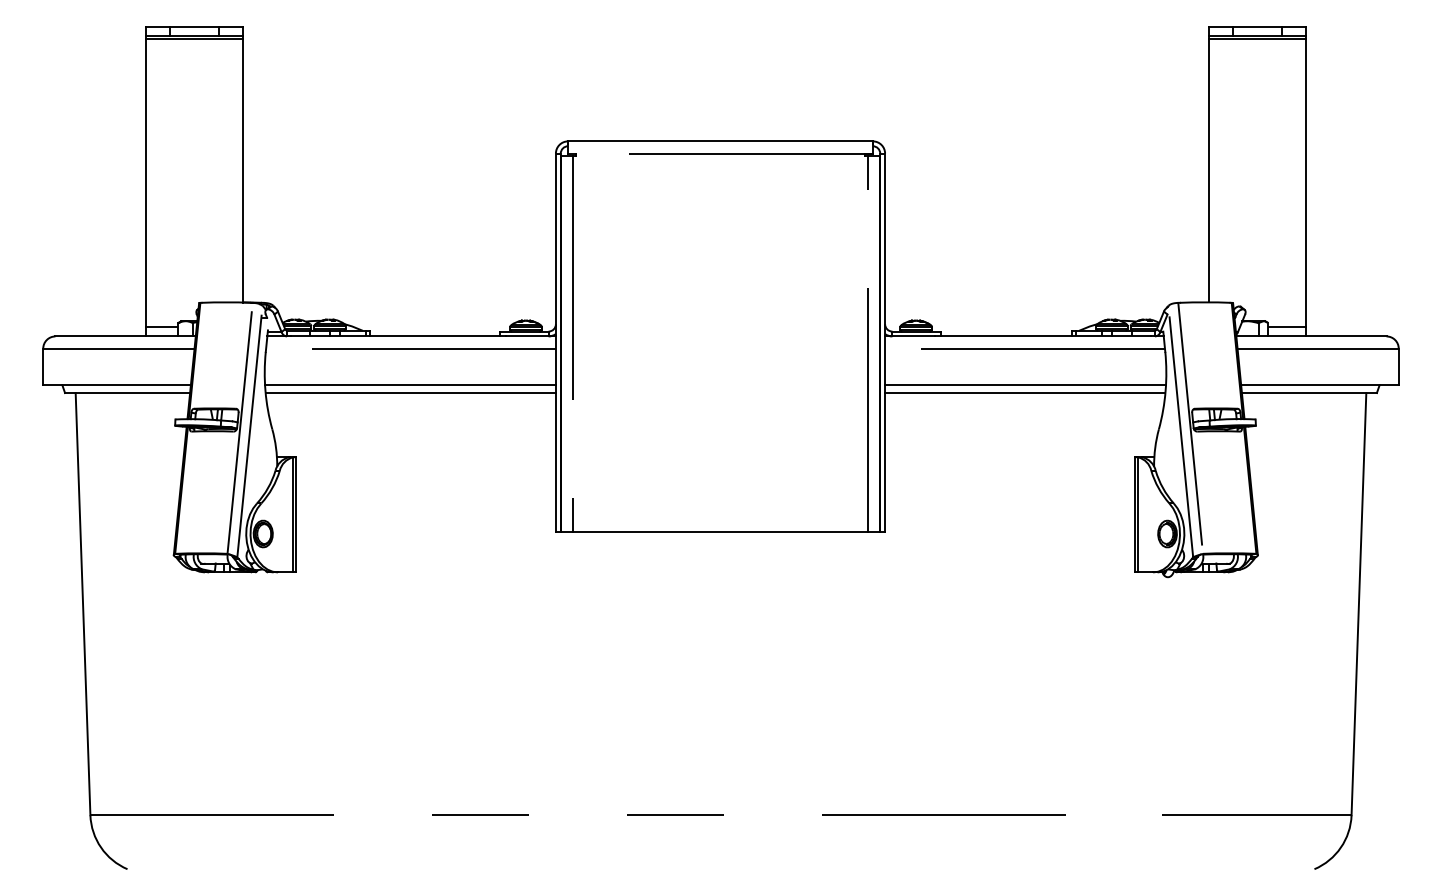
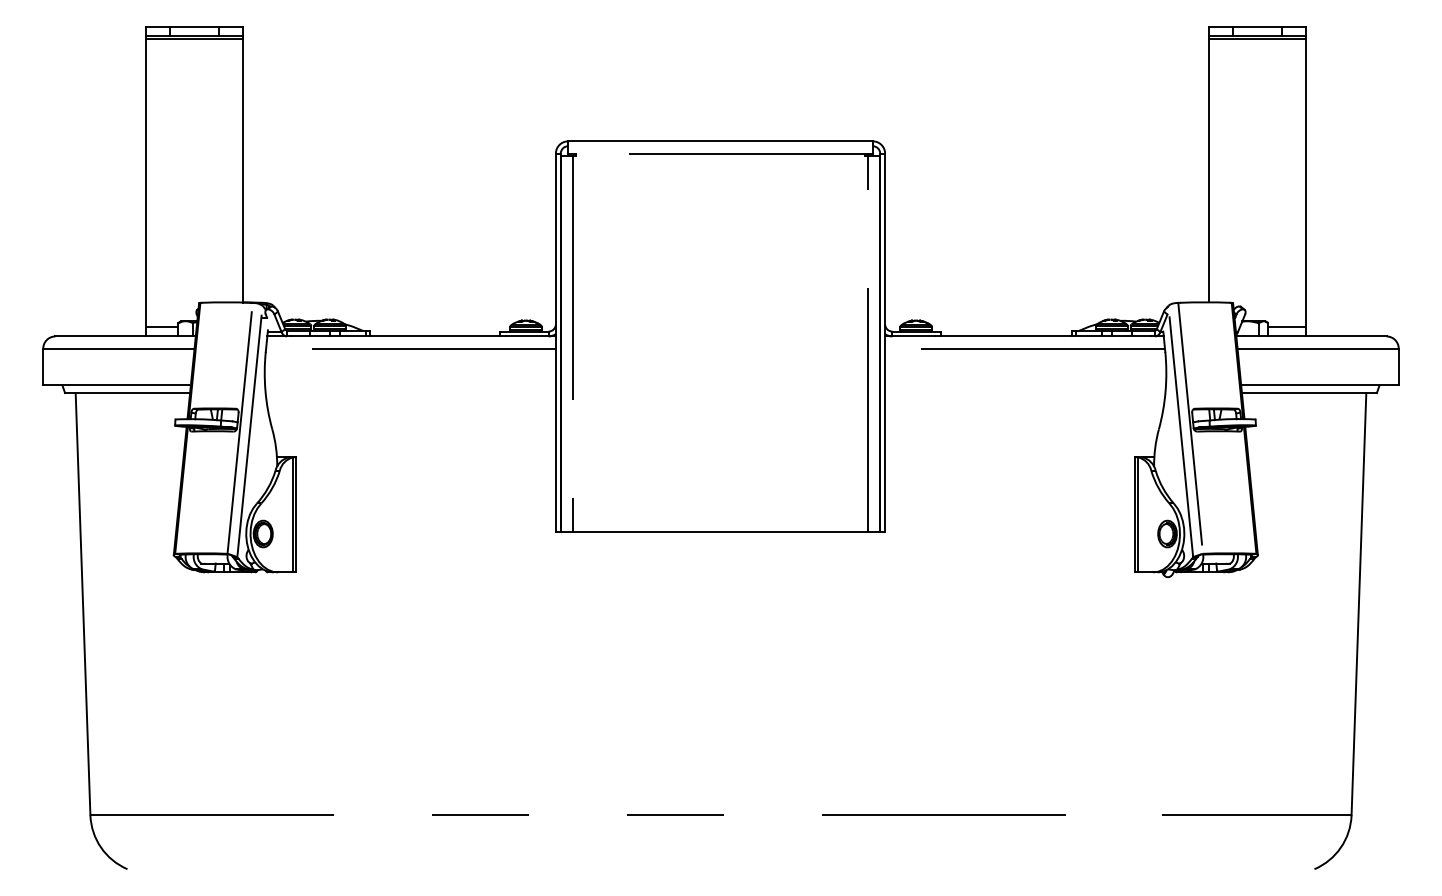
line at (410, 385): present -> none
line at (1025, 385): present -> none
line at (410, 393): present -> none
line at (1025, 393): present -> none
